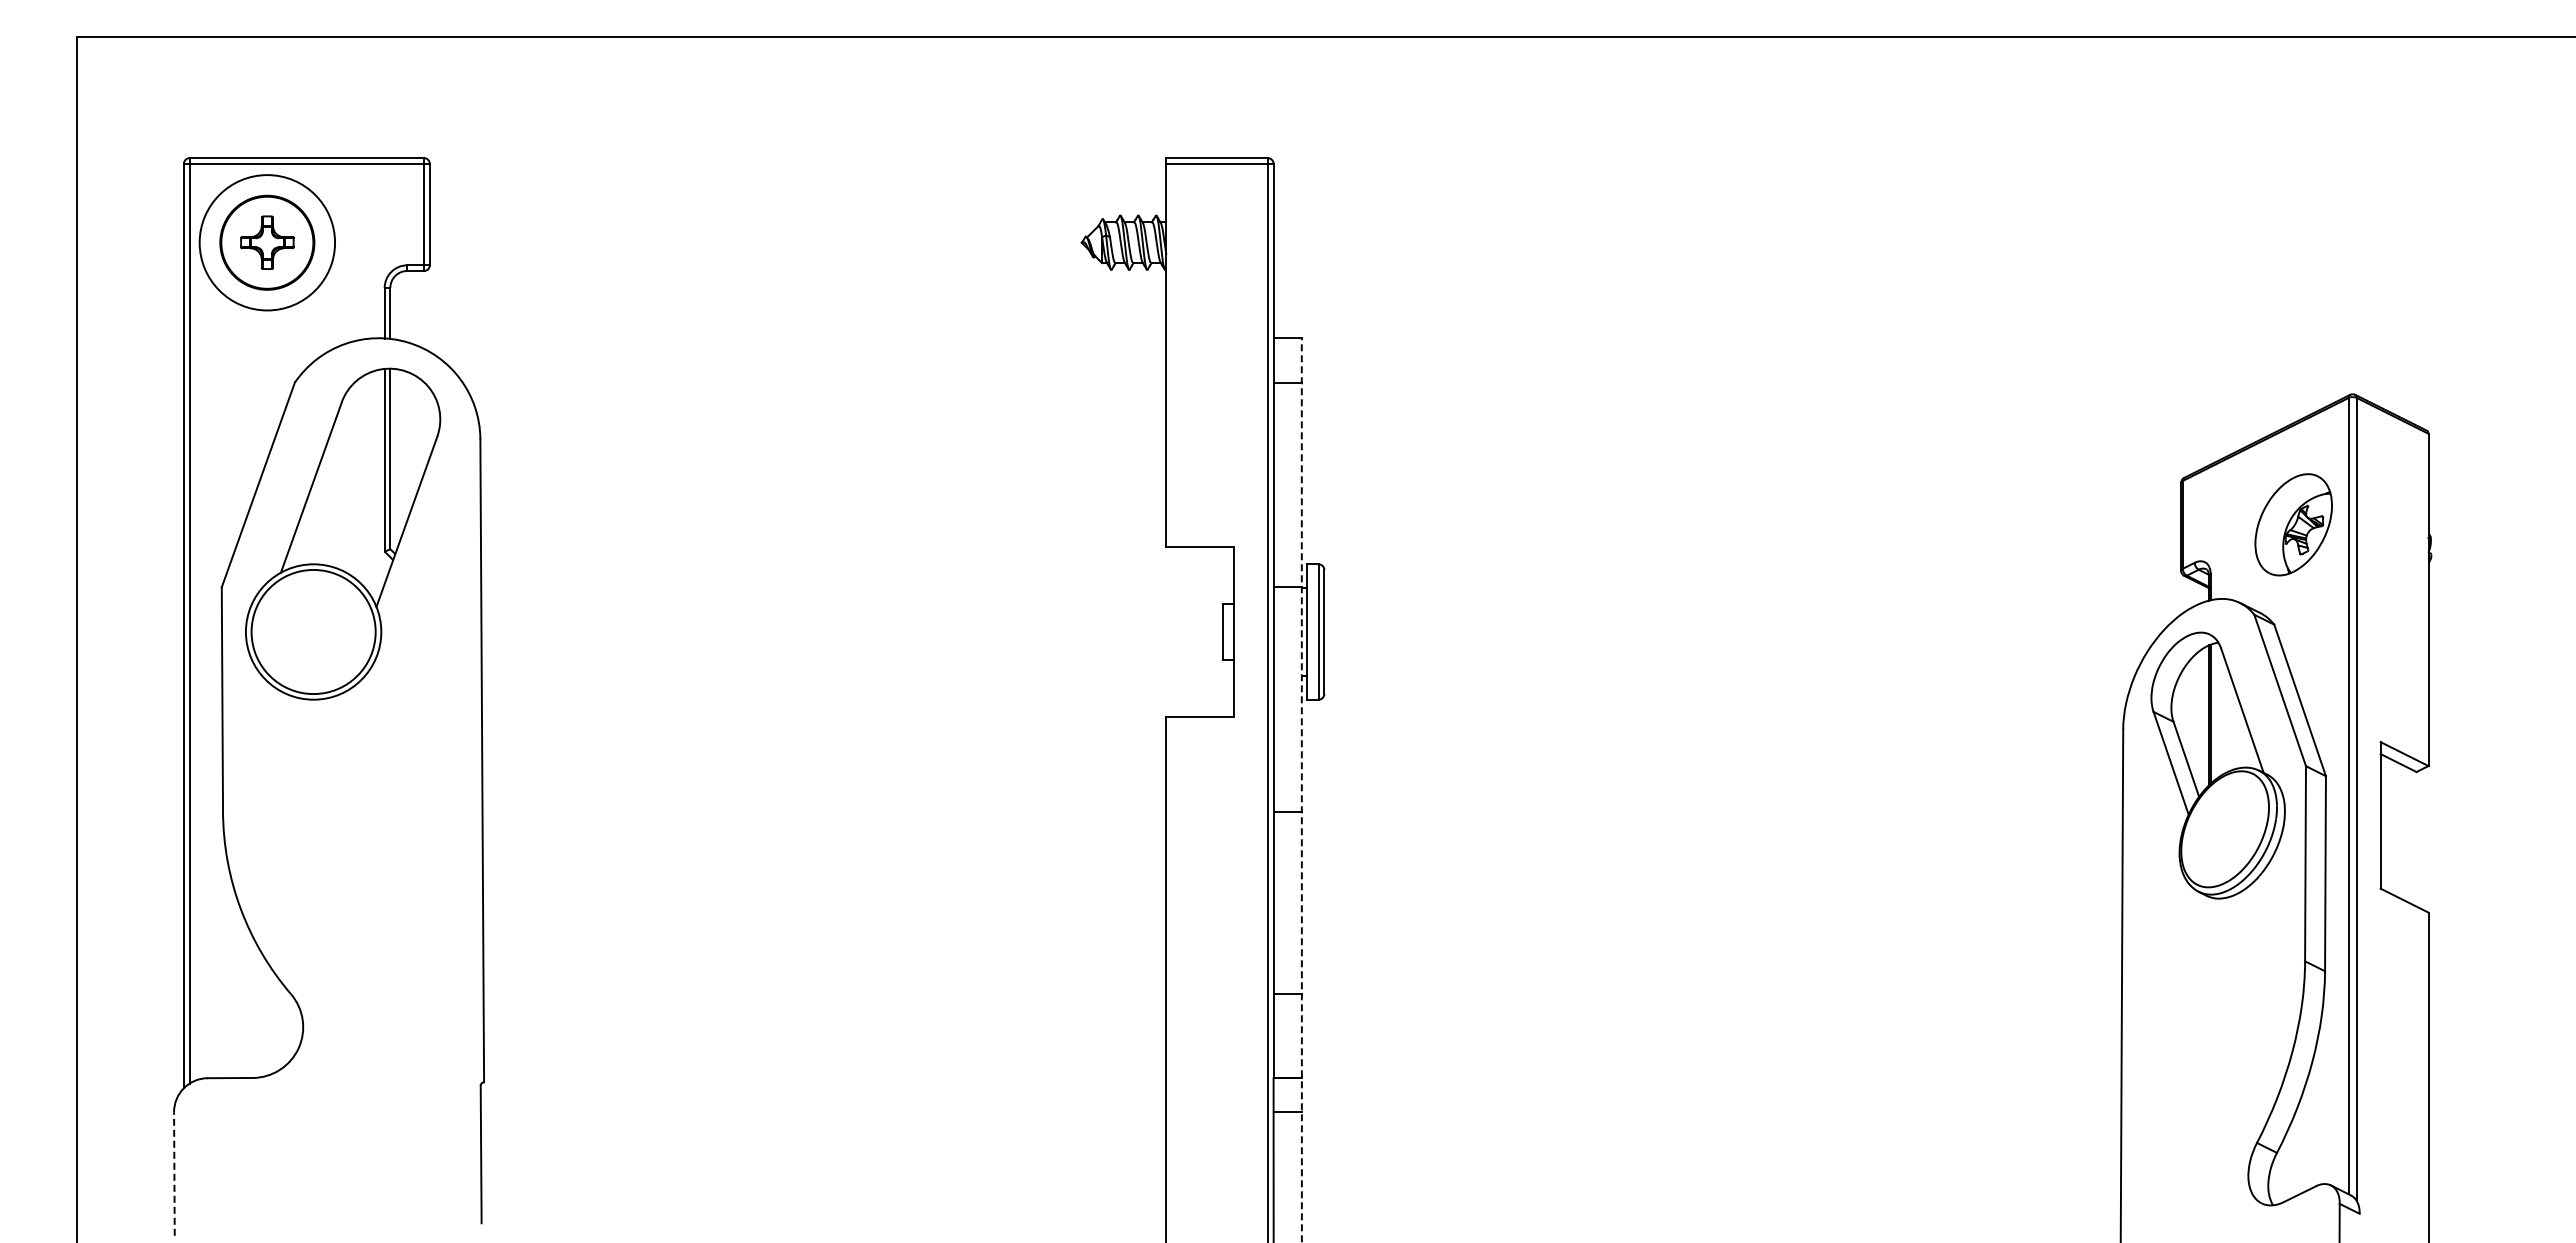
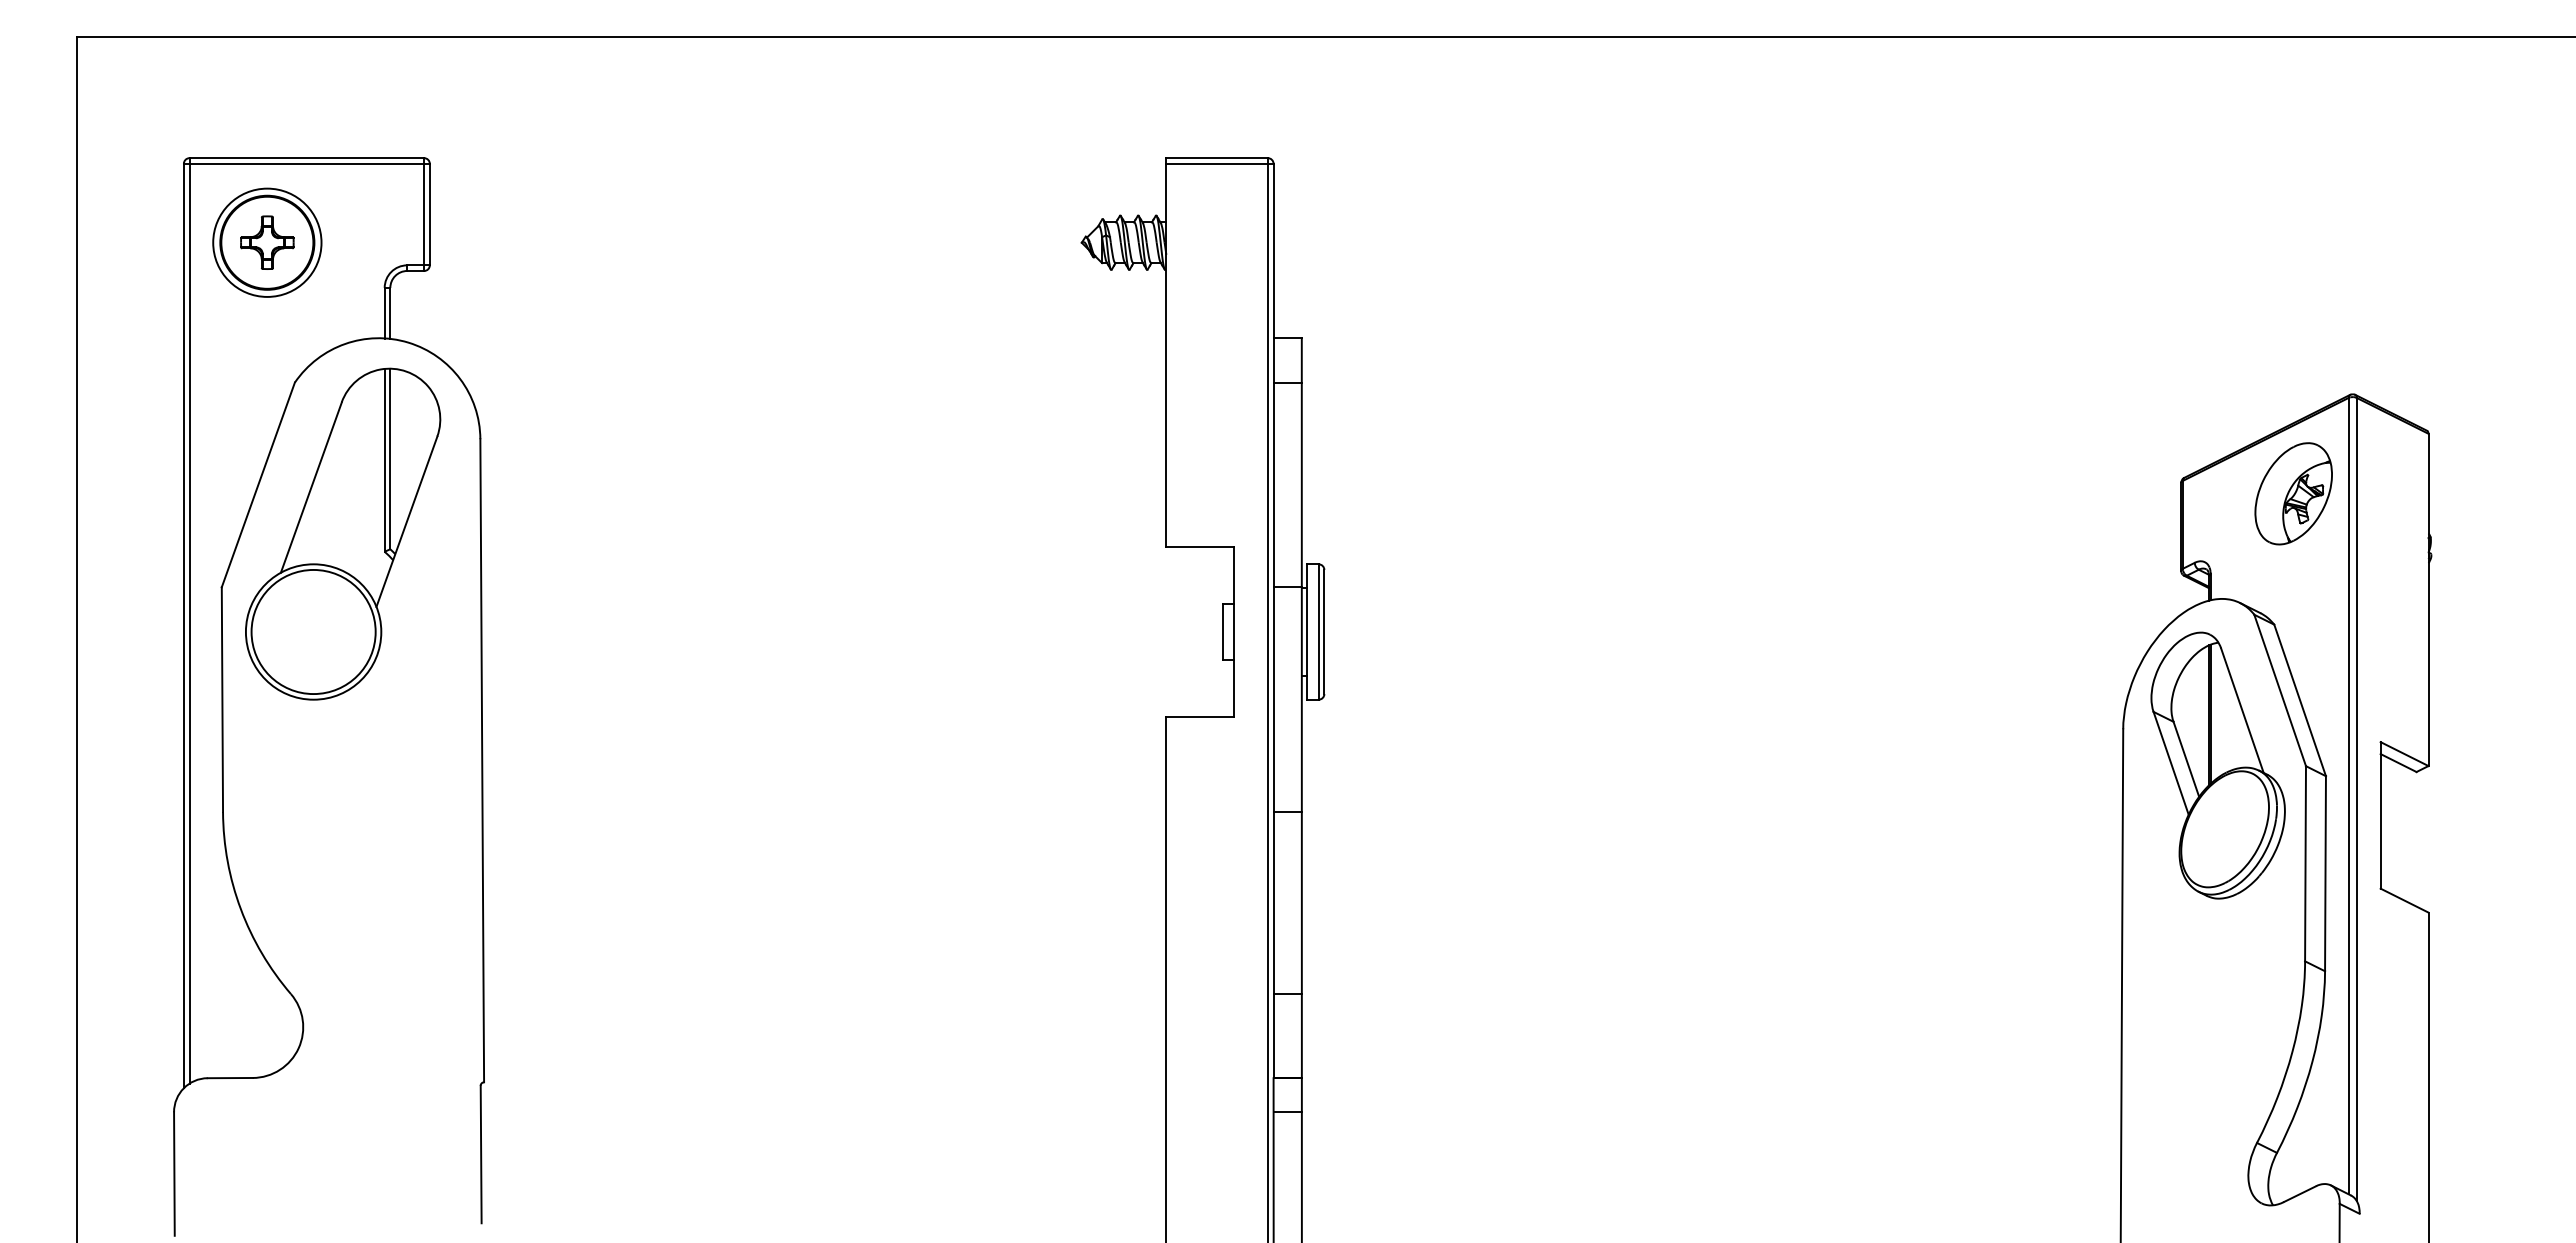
circle at (267, 242) diameter: 135 px -> 108 px
part at (2293, 524) position: (2293, 524) -> (2293, 493)
line at (1301, 789): dashed -> solid
line at (174, 1174): dashed -> solid
